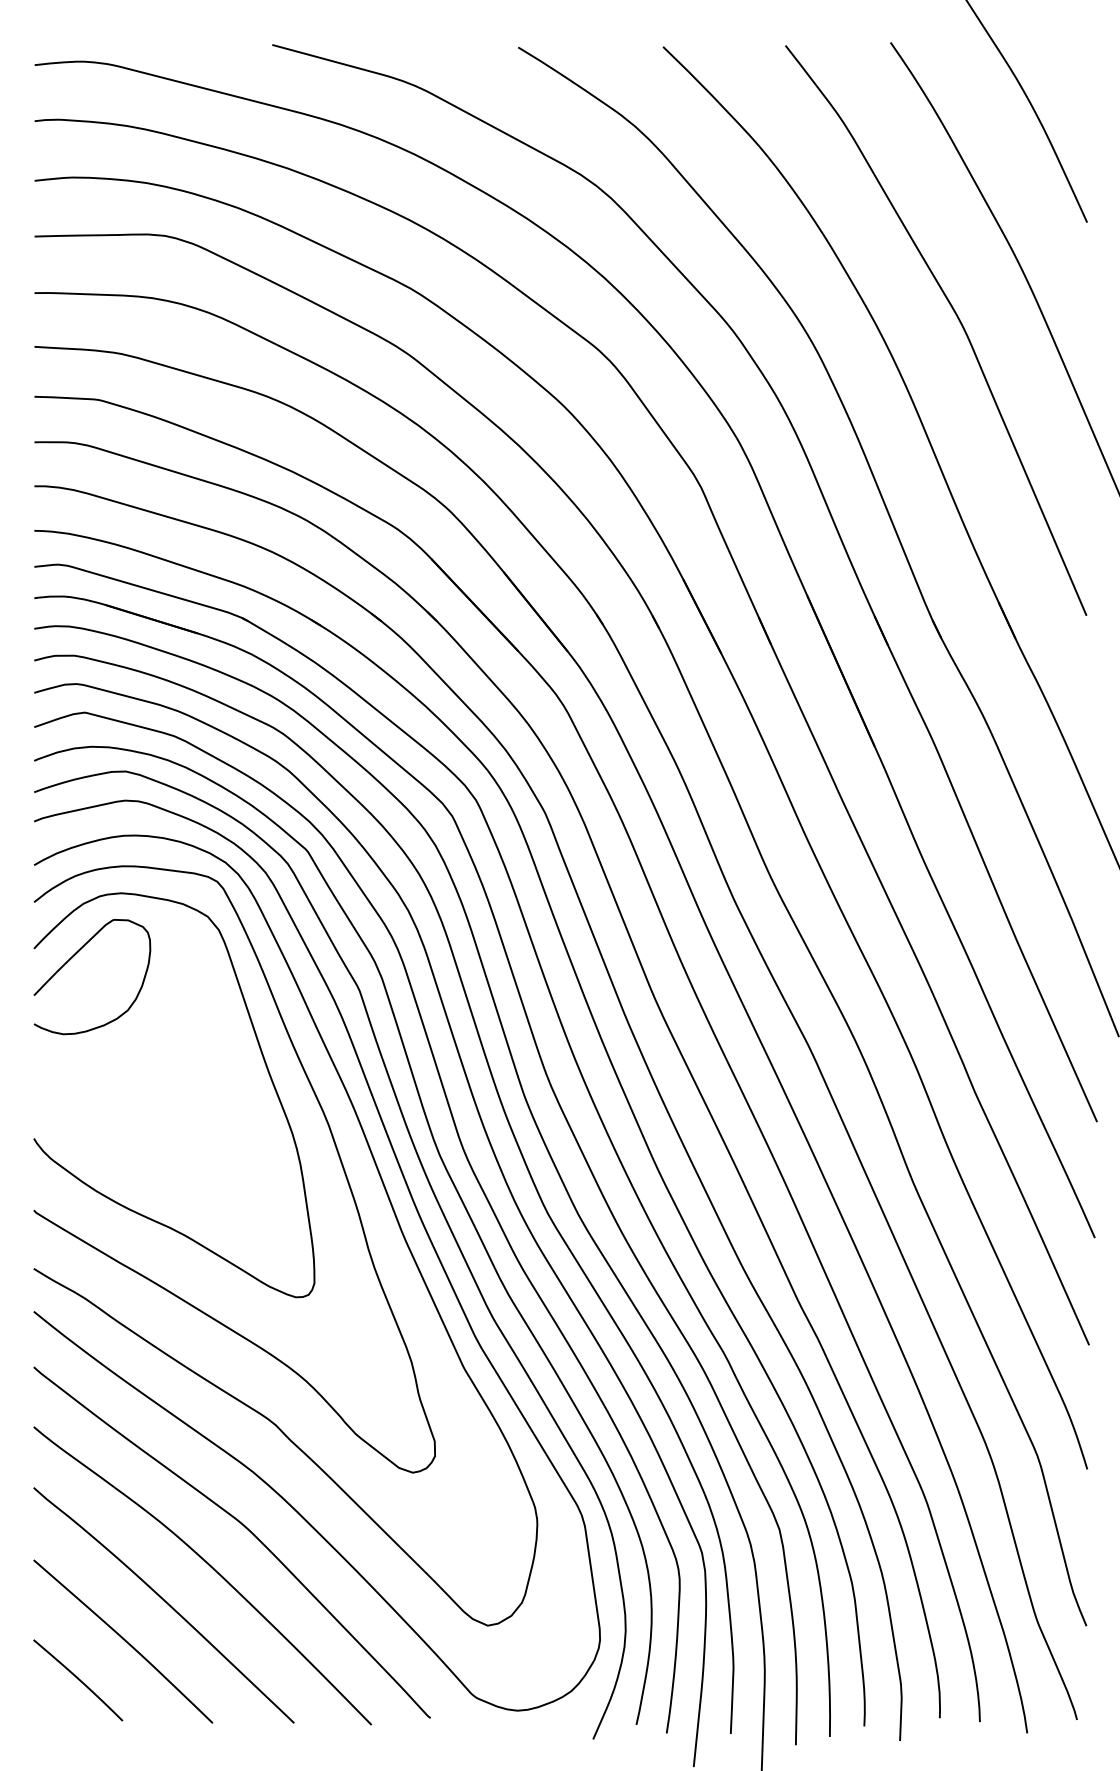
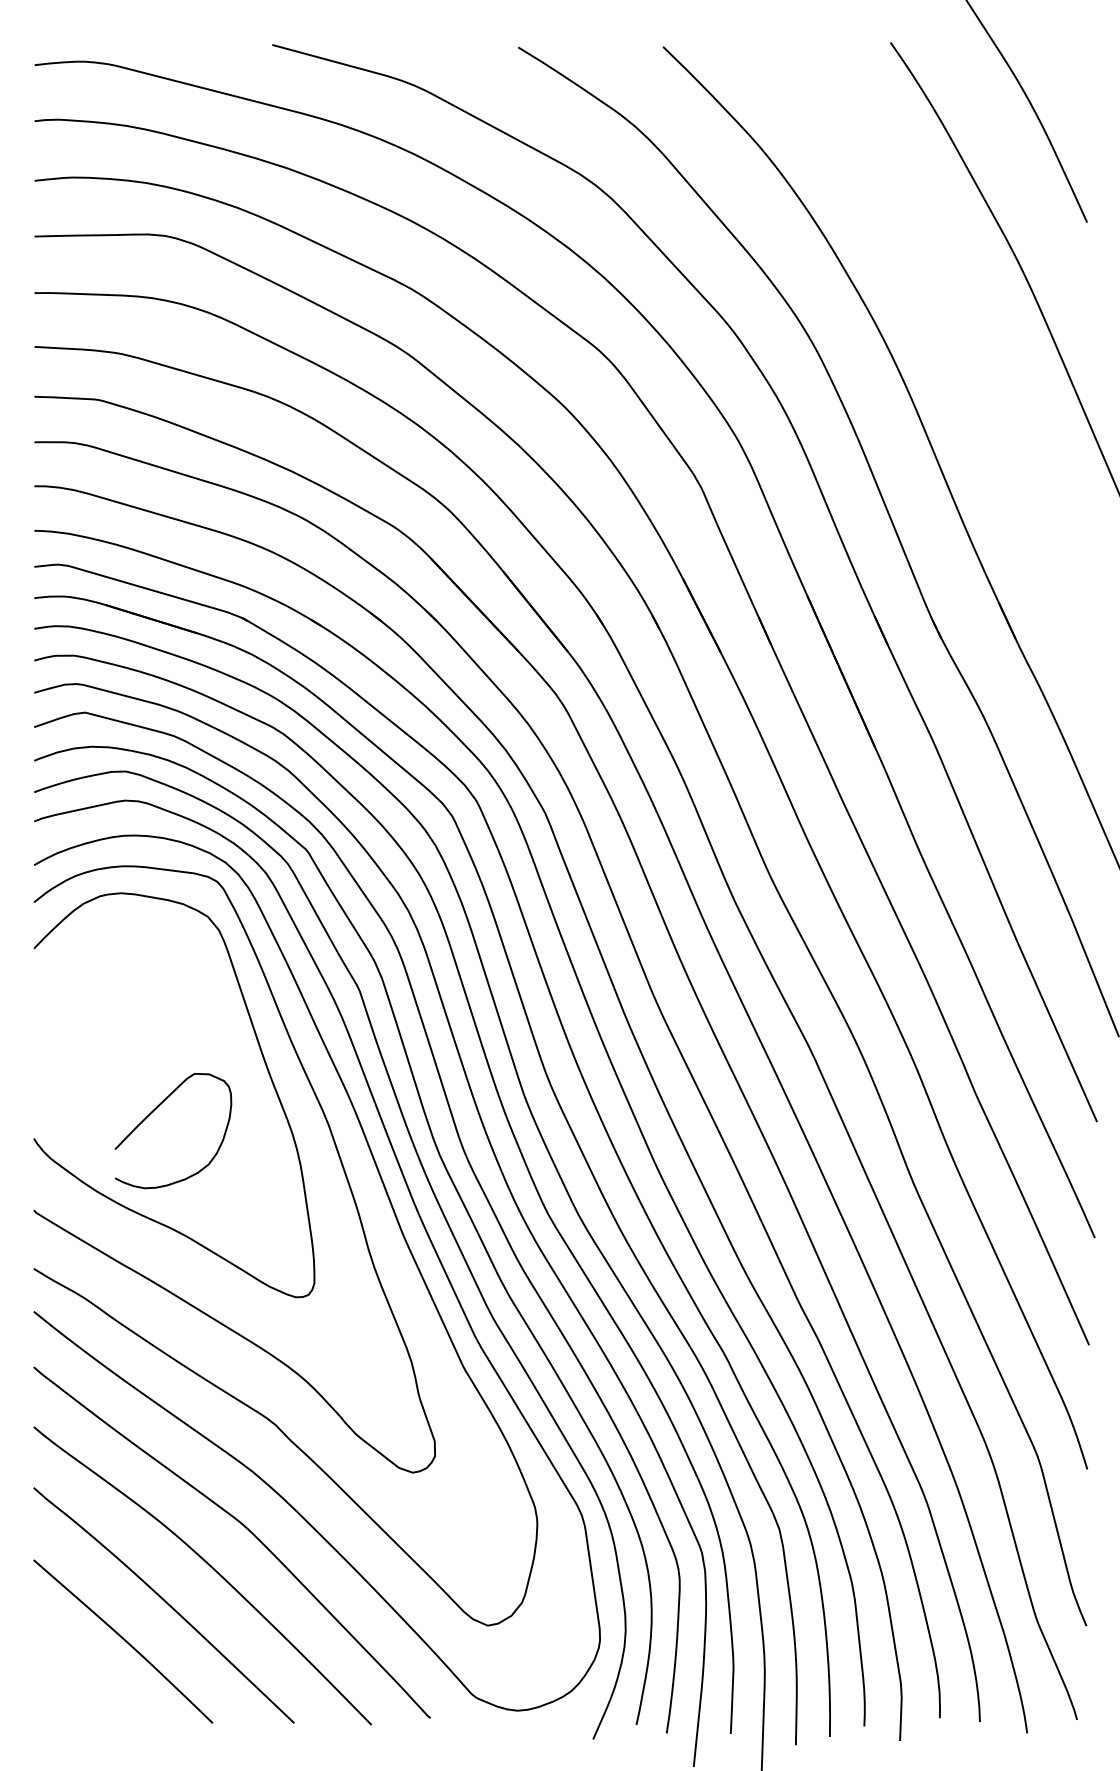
curve at (958, 320): present -> none
curve at (73, 957) position: (73, 957) -> (154, 1111)
curve at (78, 1680): present -> none
